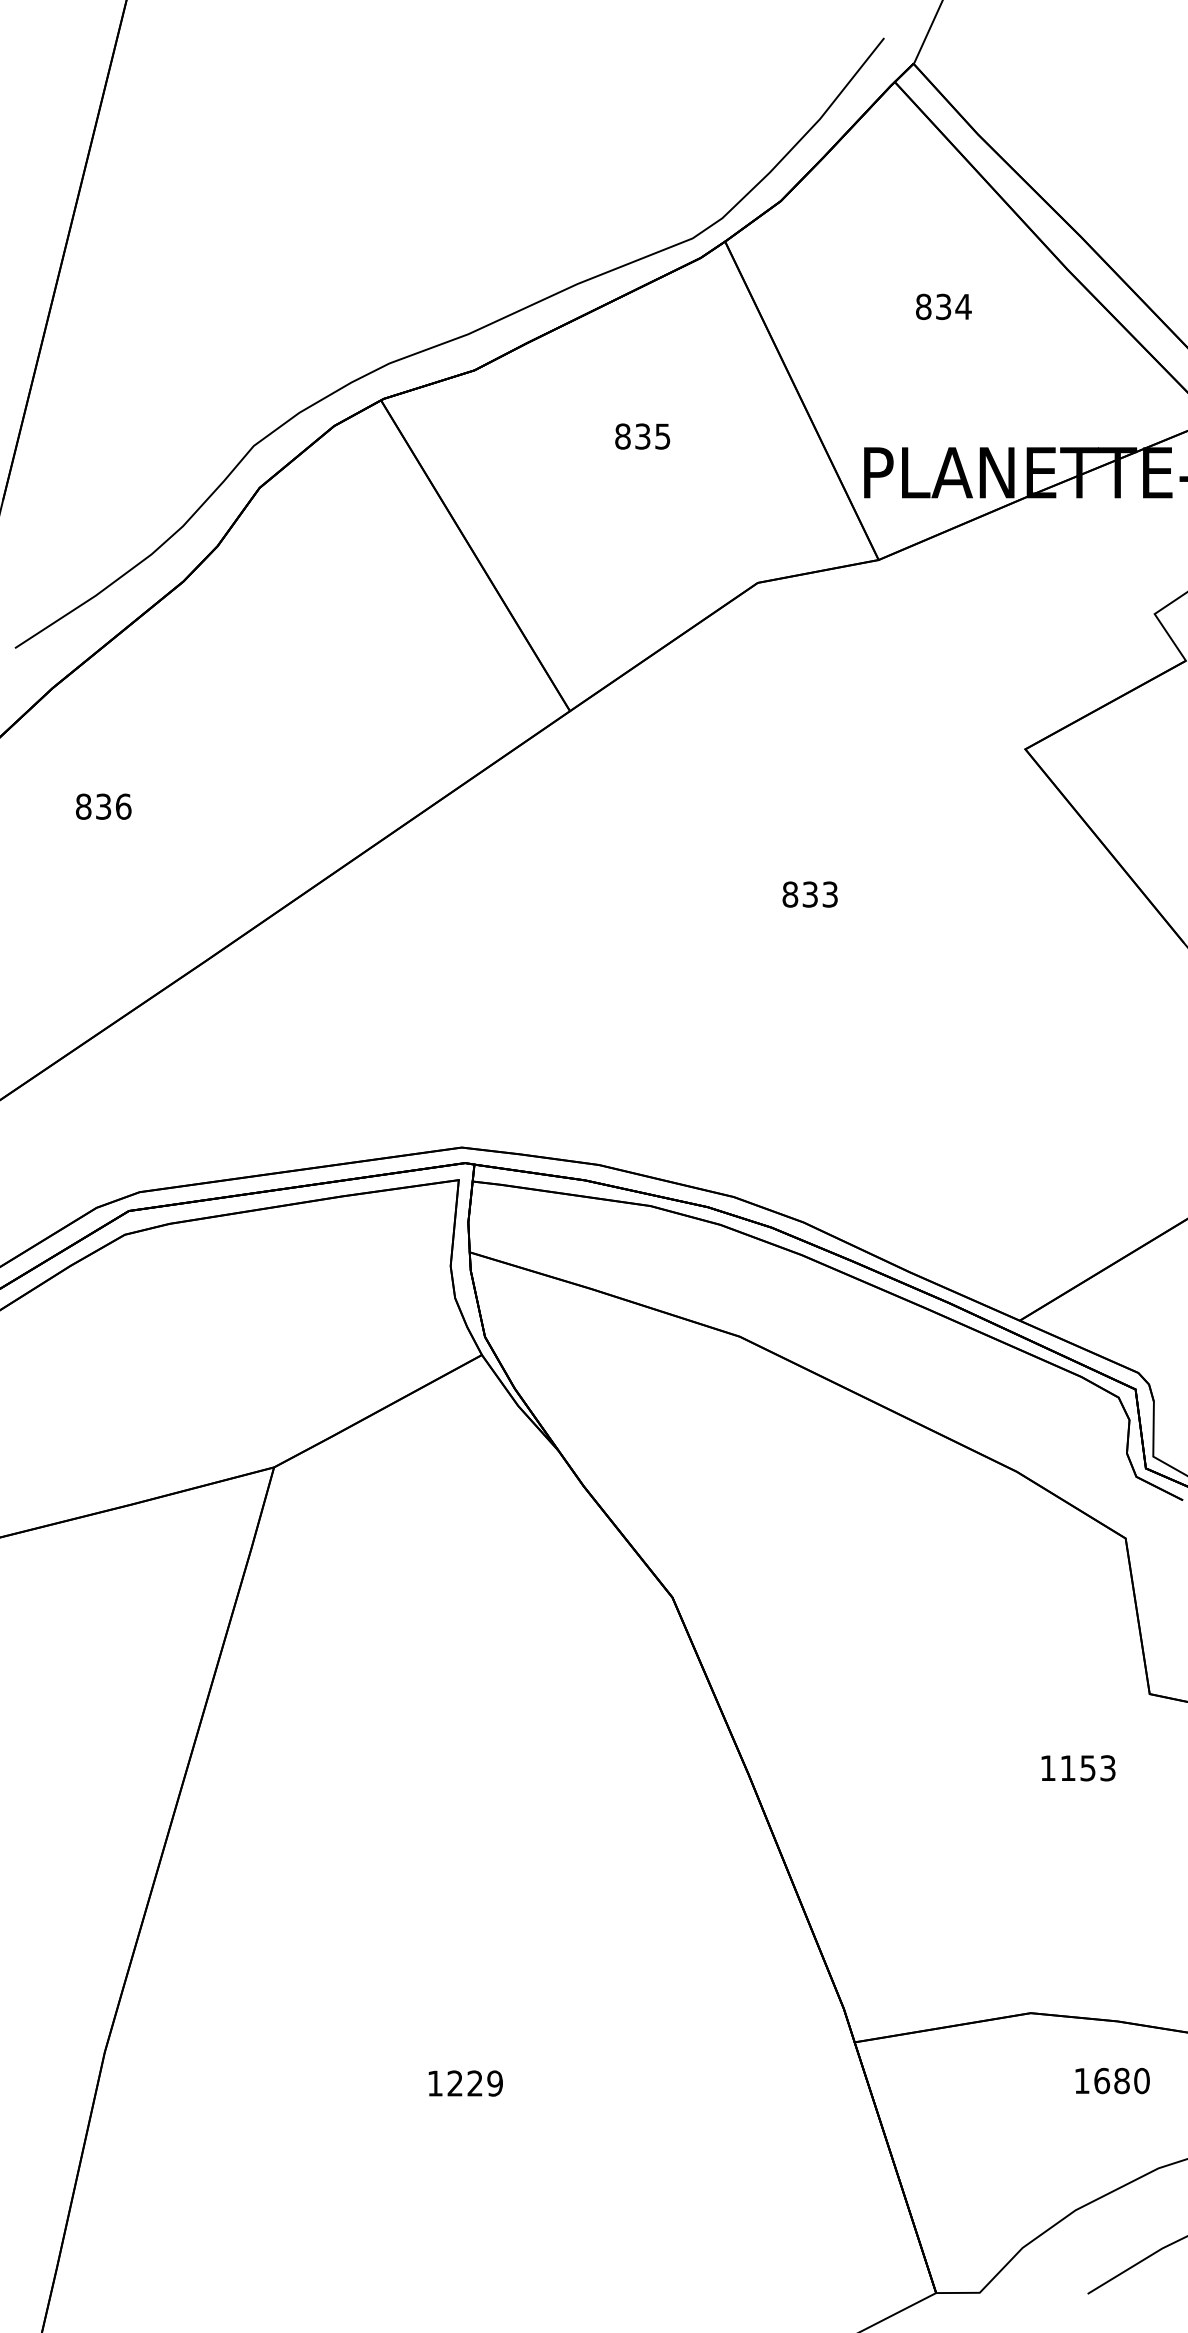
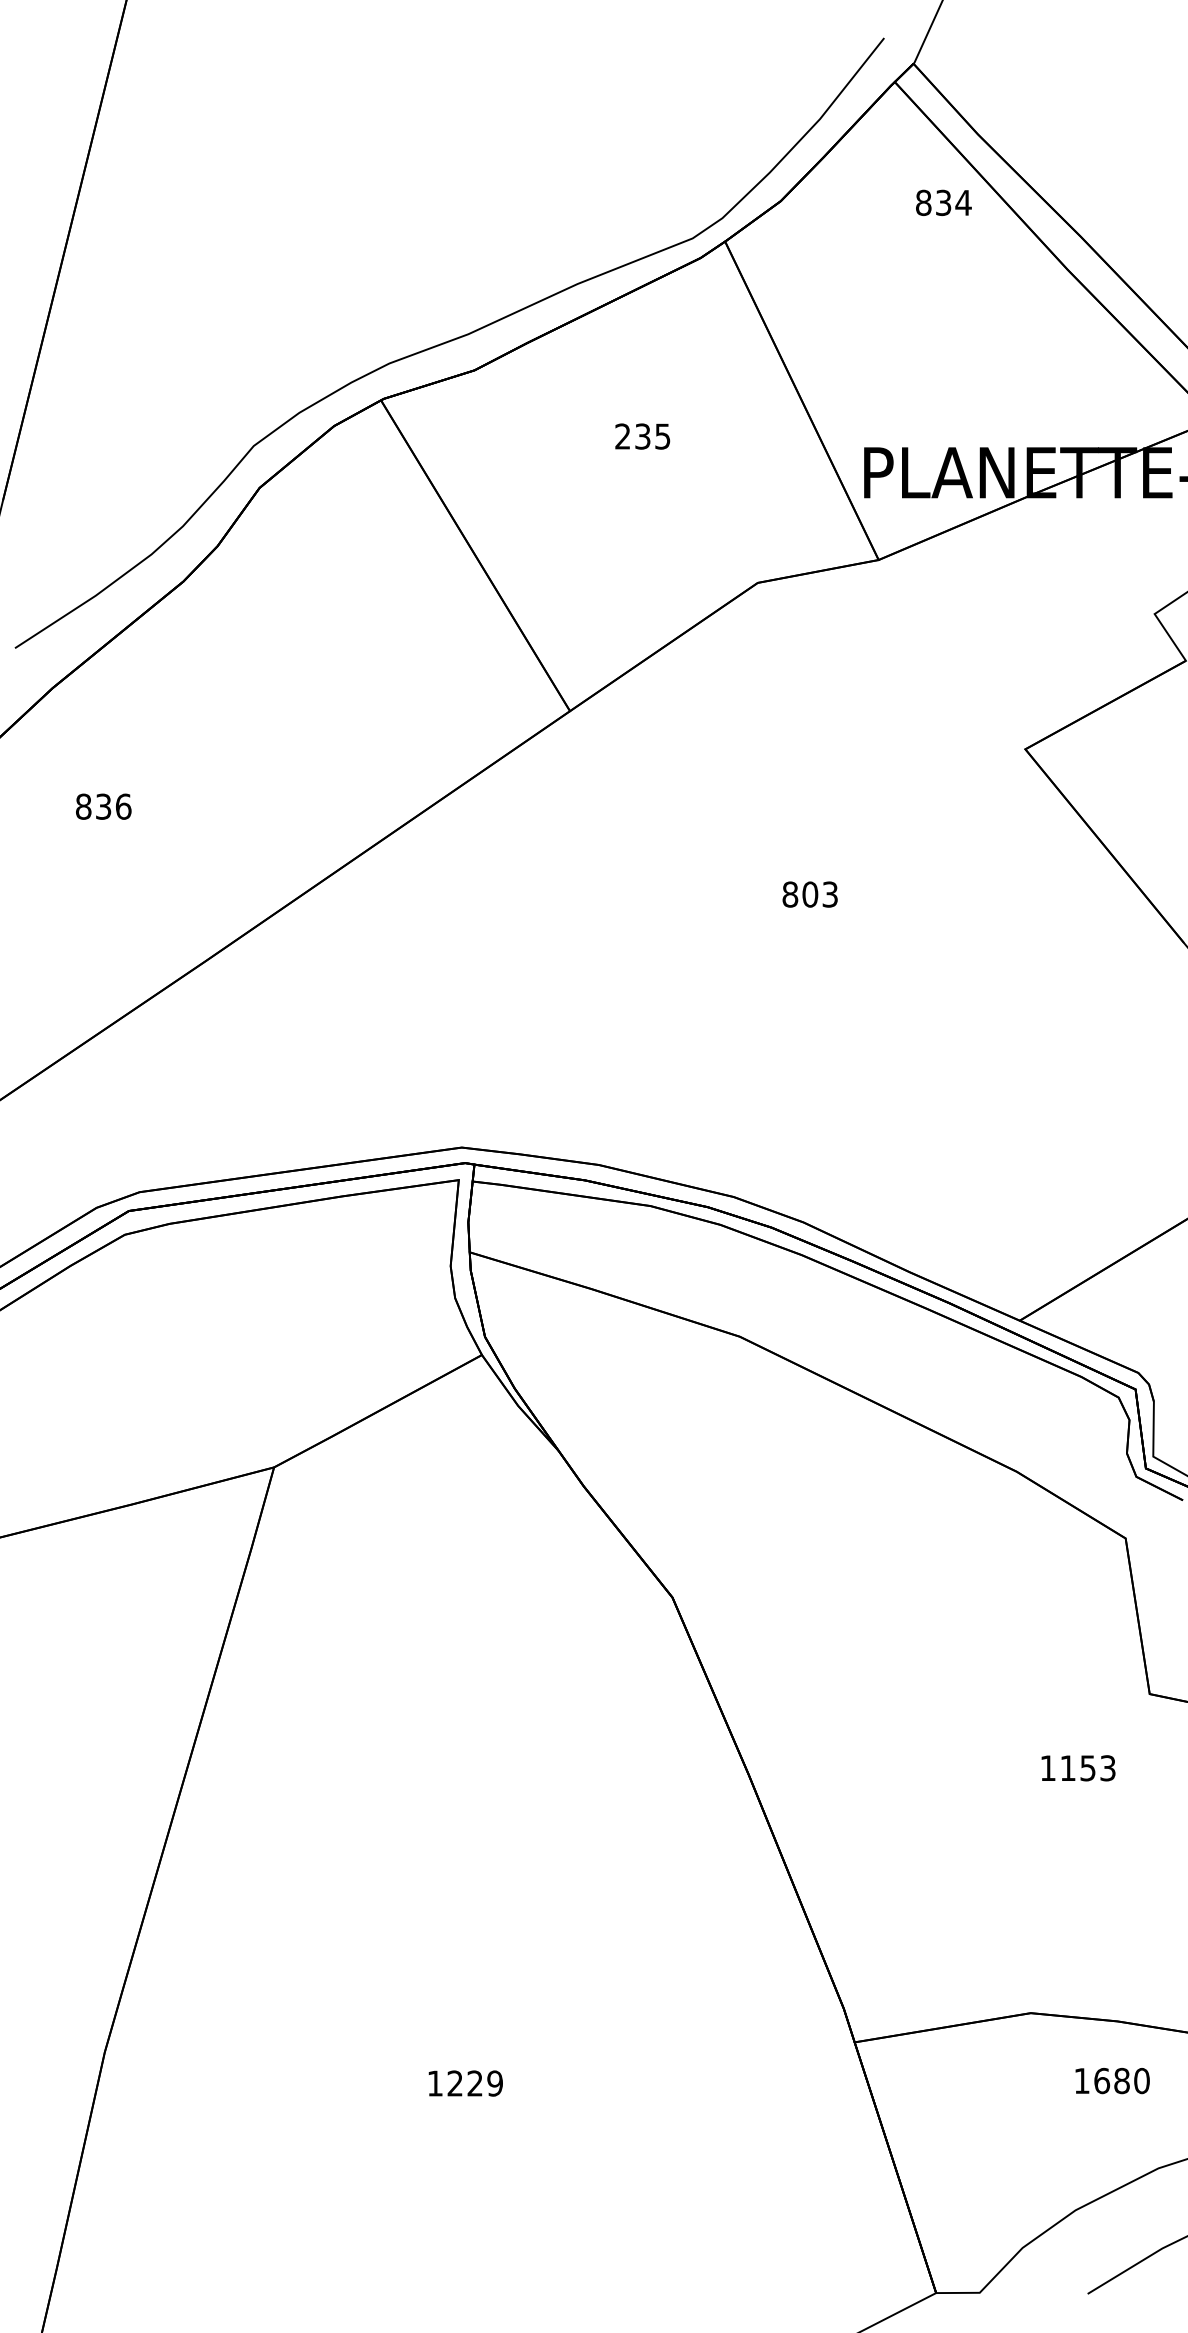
text at (943, 306) position: (943, 306) -> (943, 202)
text at (622, 436): 835 -> 235
text at (810, 894): 833 -> 803
